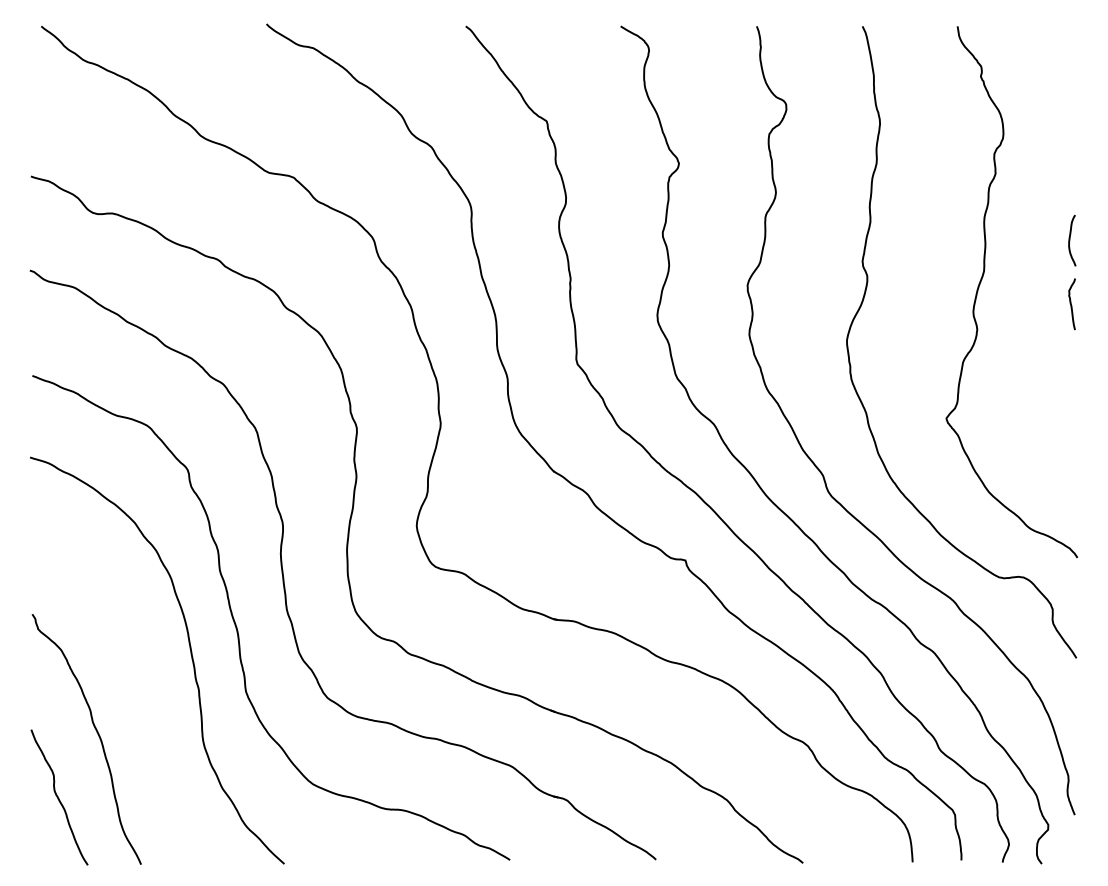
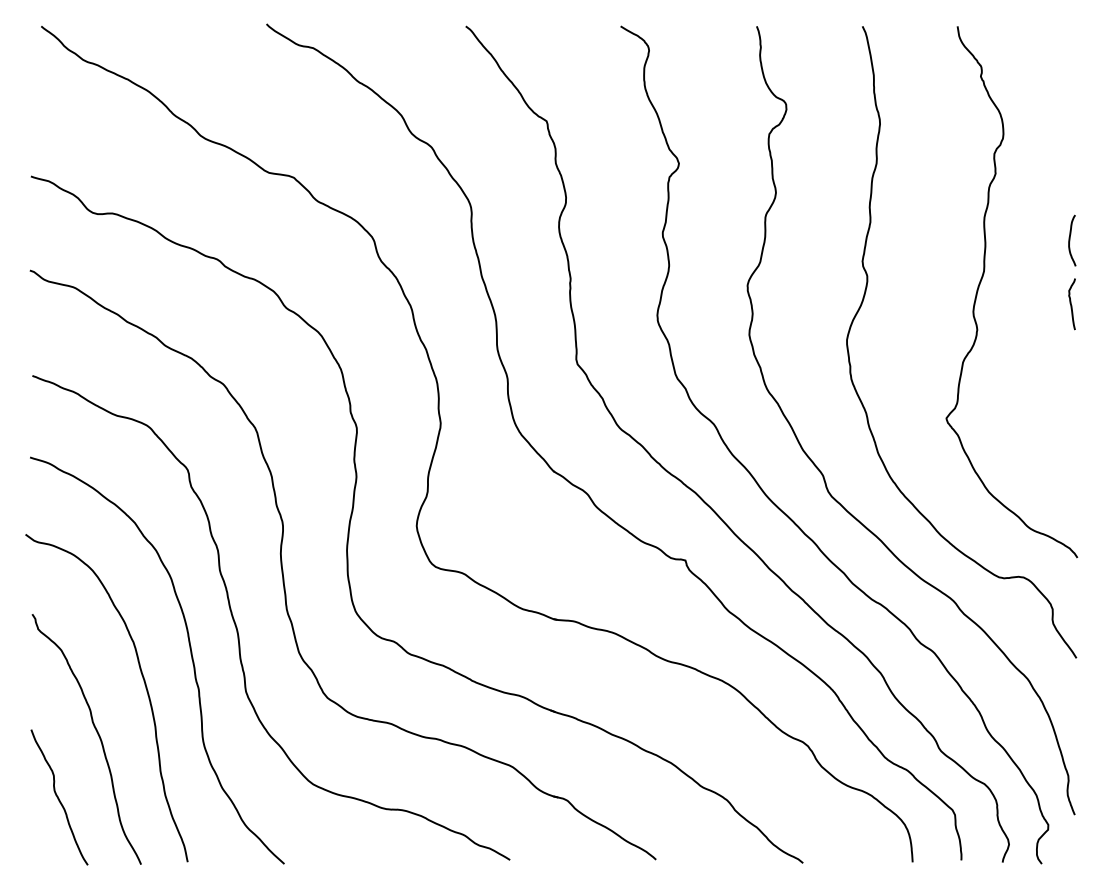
curve at (144, 685): none -> present
